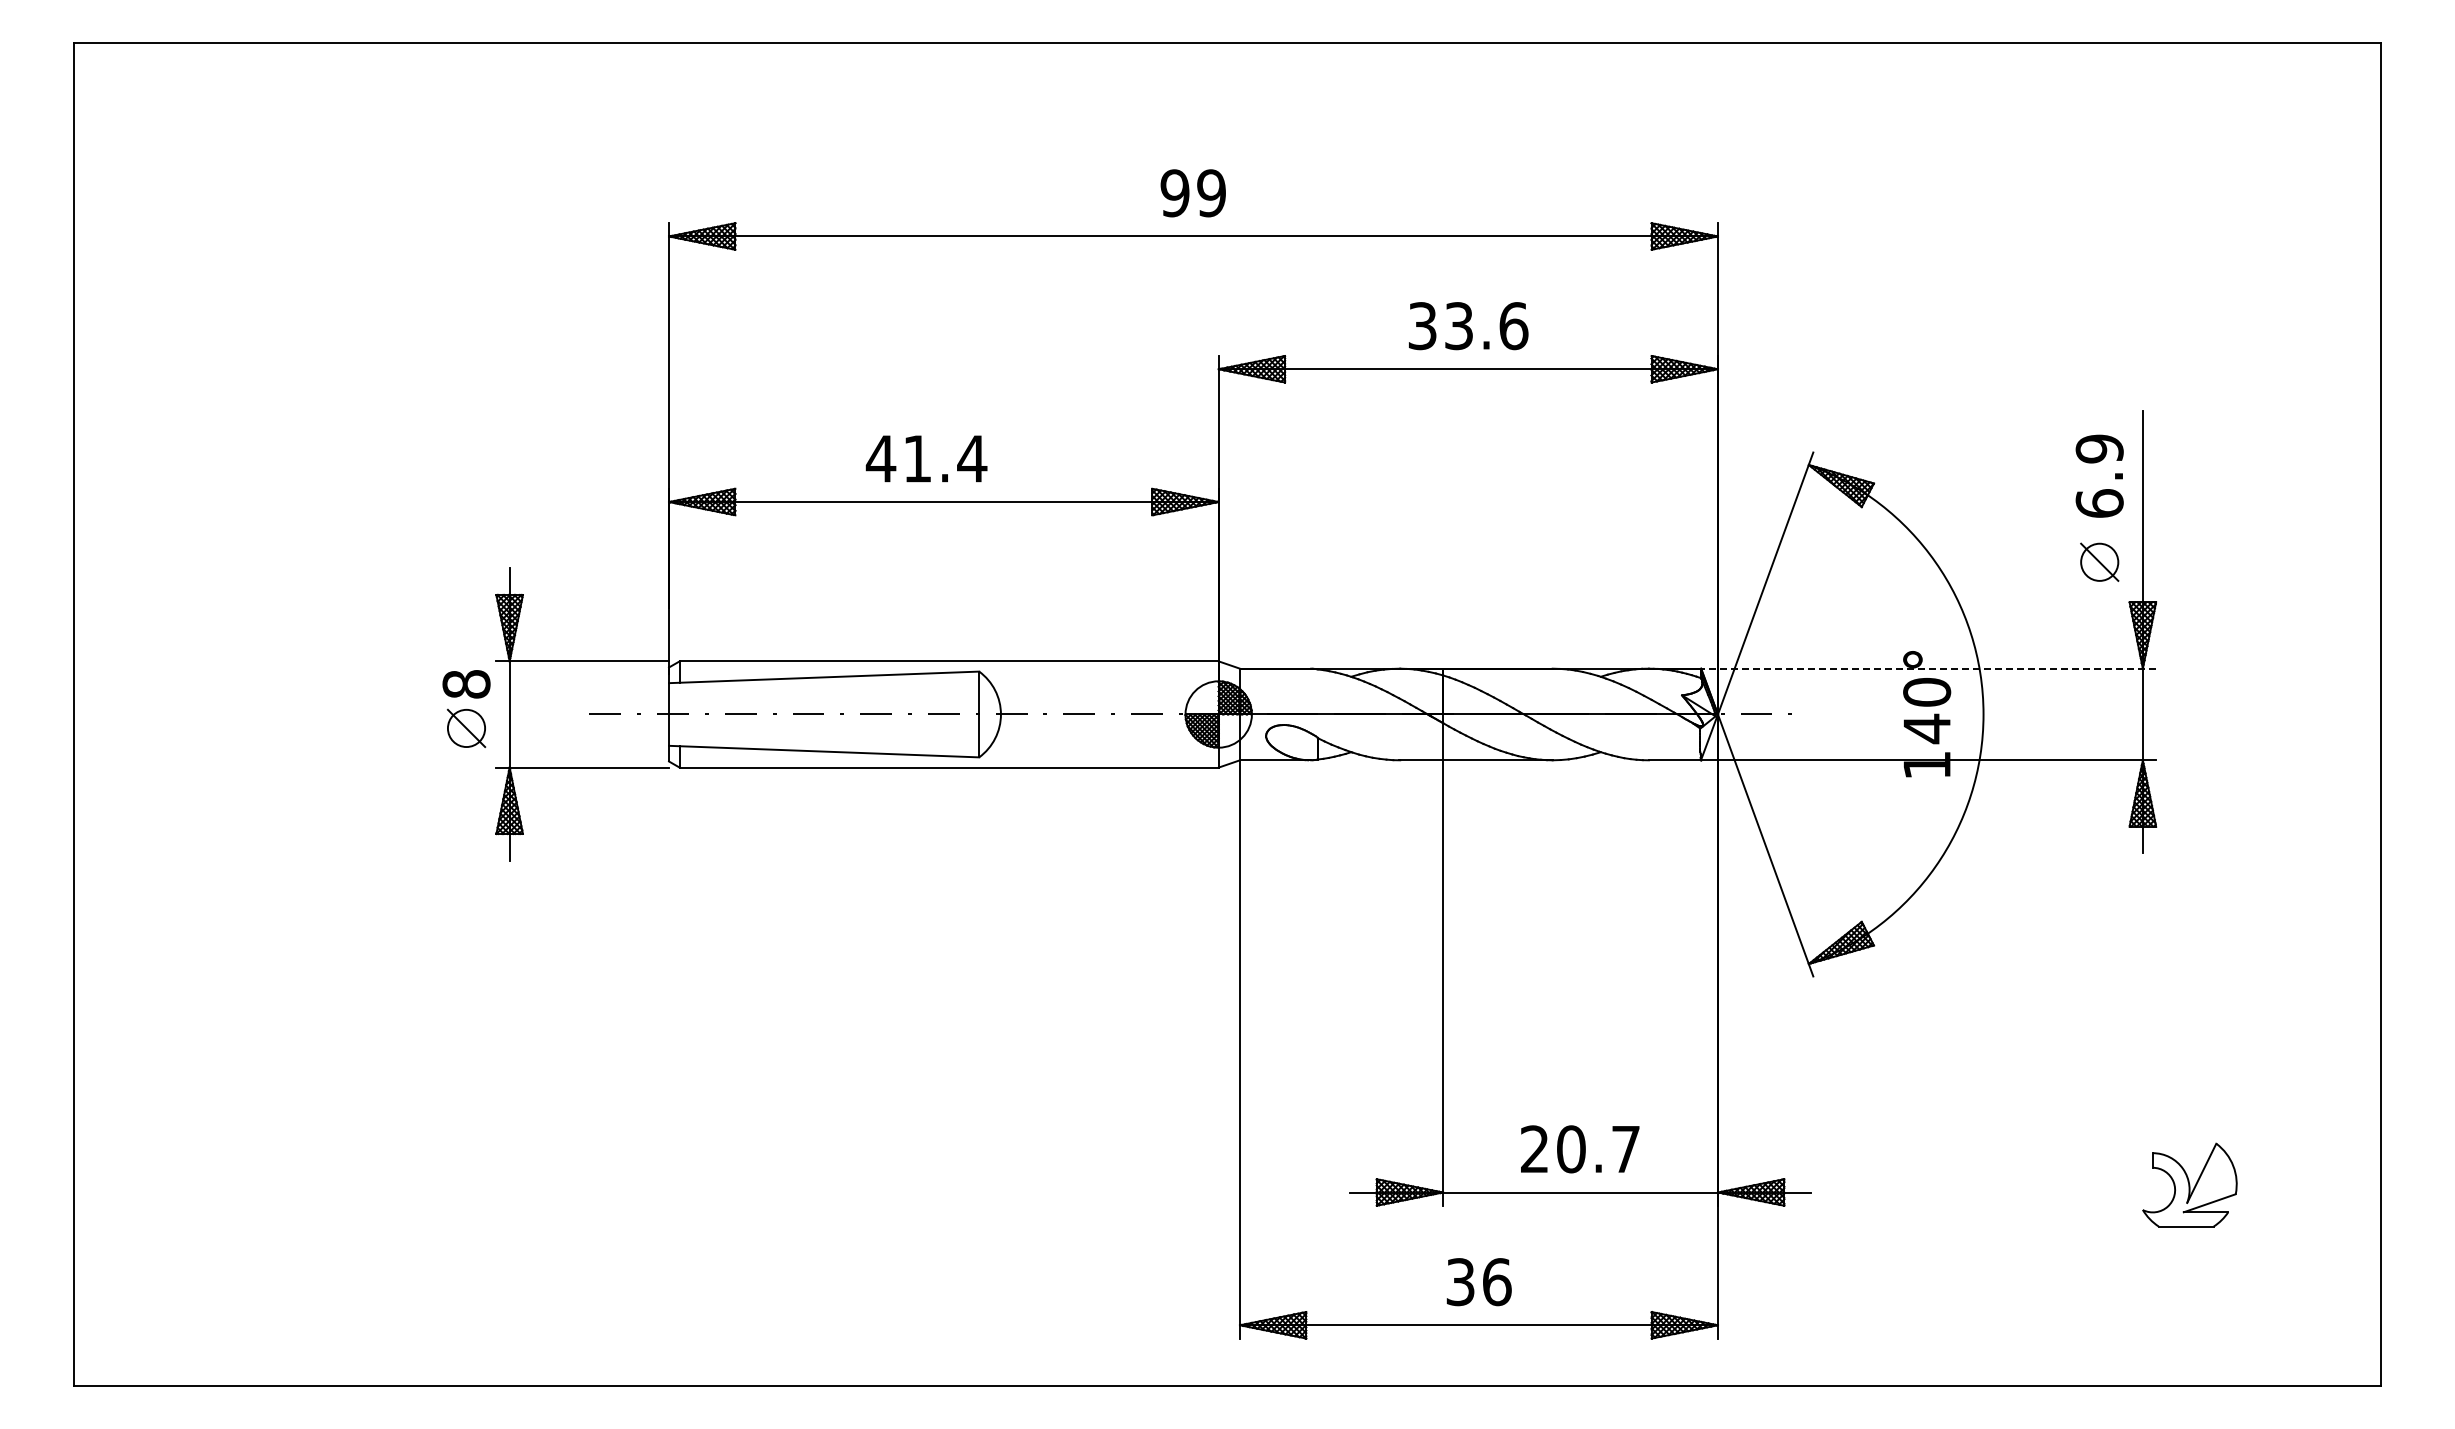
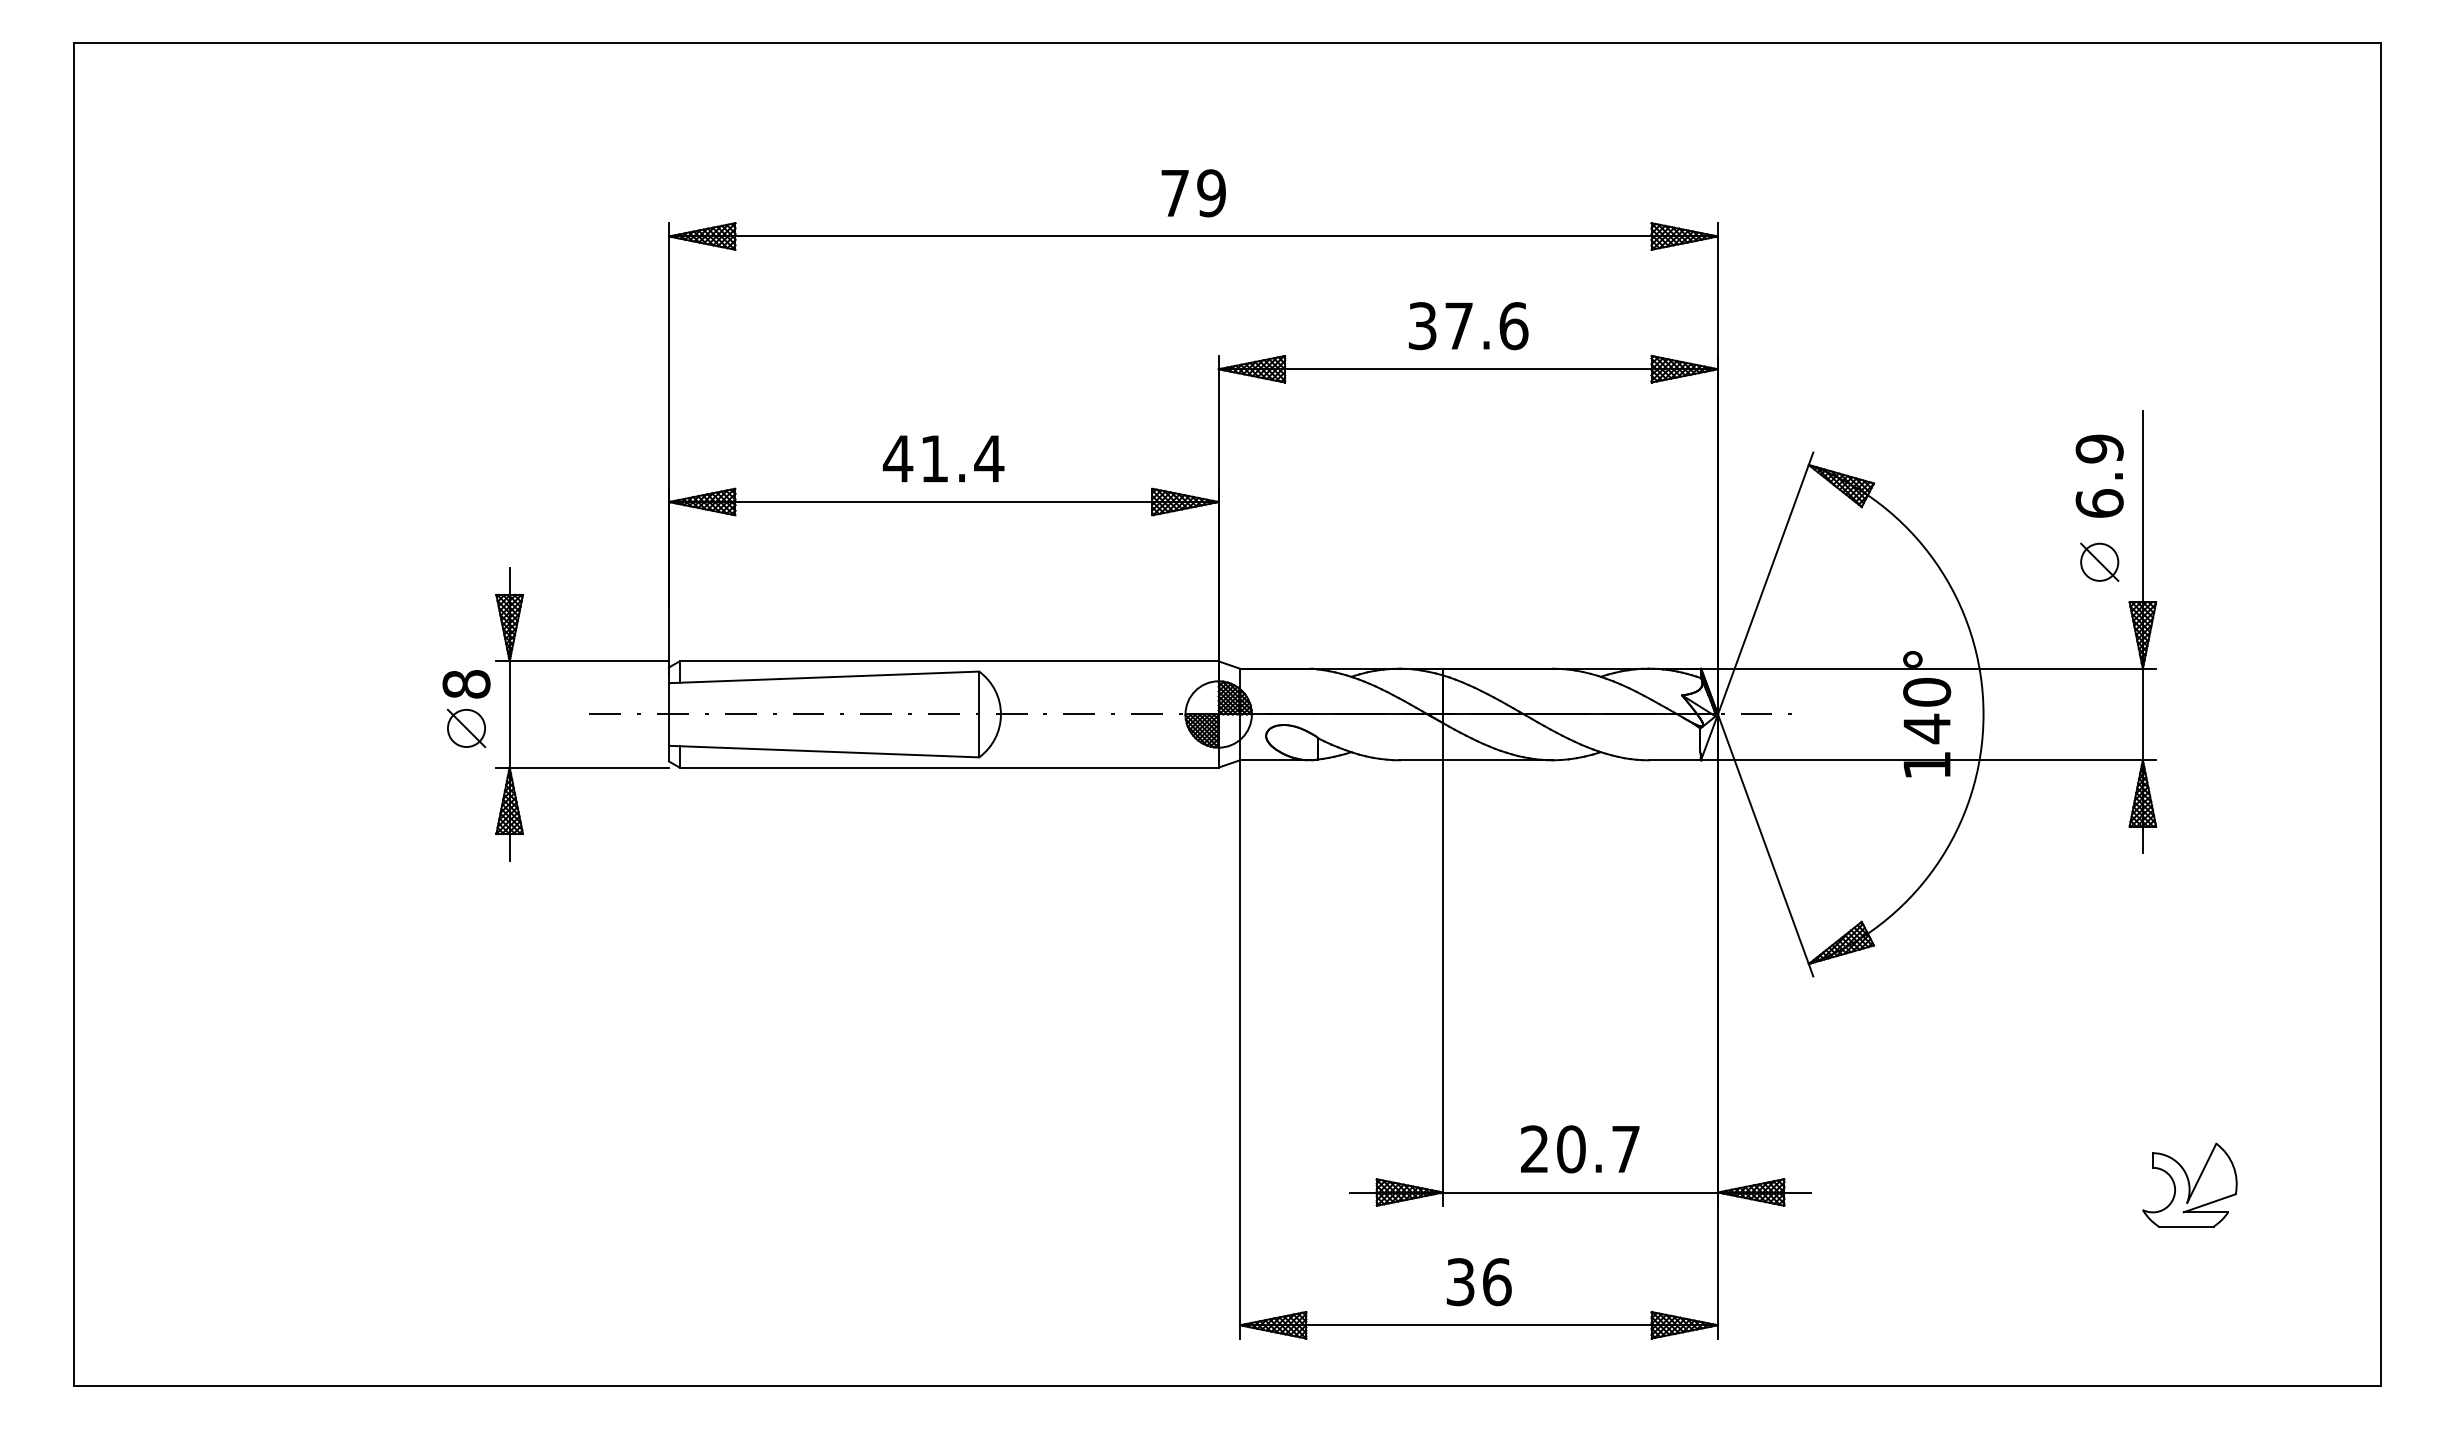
text at (1174, 193): 99 -> 79
text at (1458, 326): 33.6 -> 37.6
text at (926, 458) position: (926, 458) -> (943, 458)
line at (1928, 668): dashed -> solid
